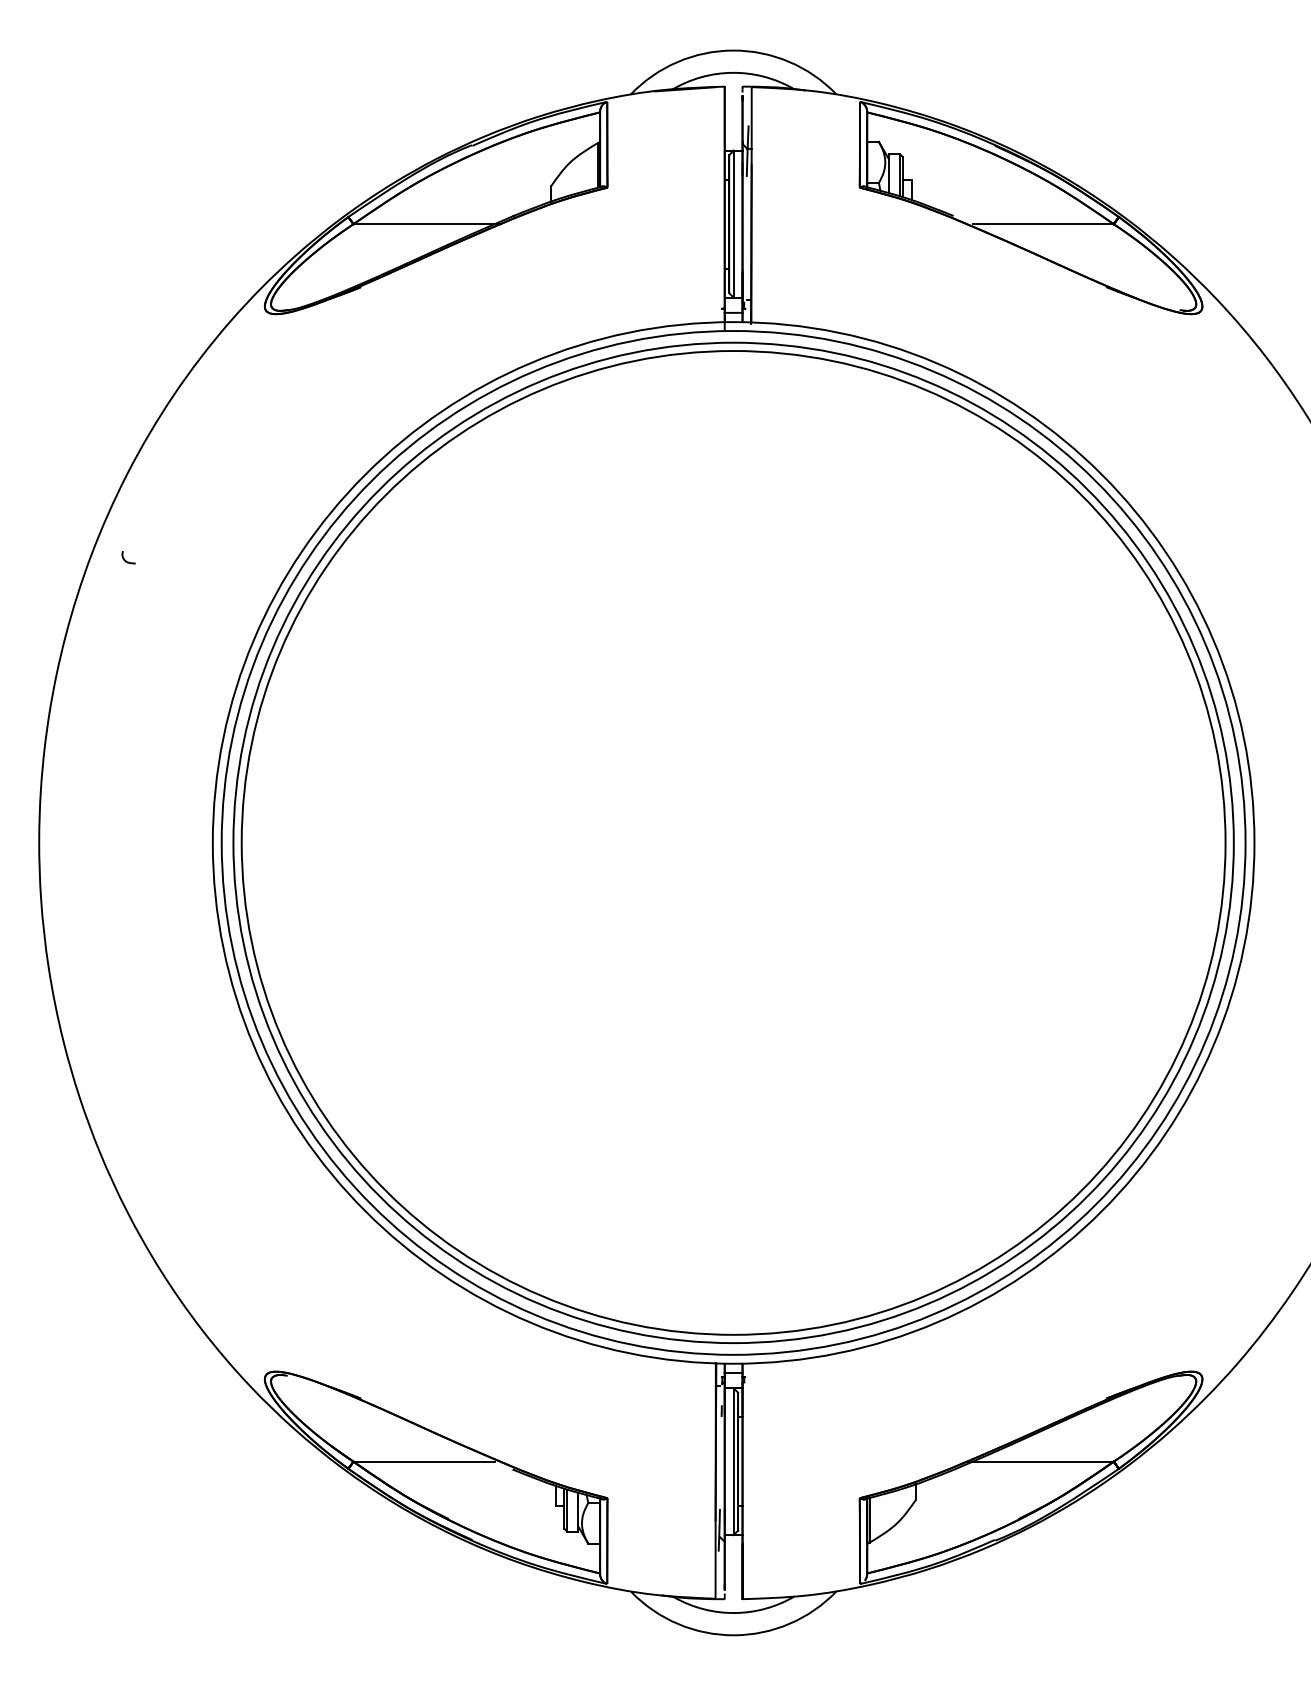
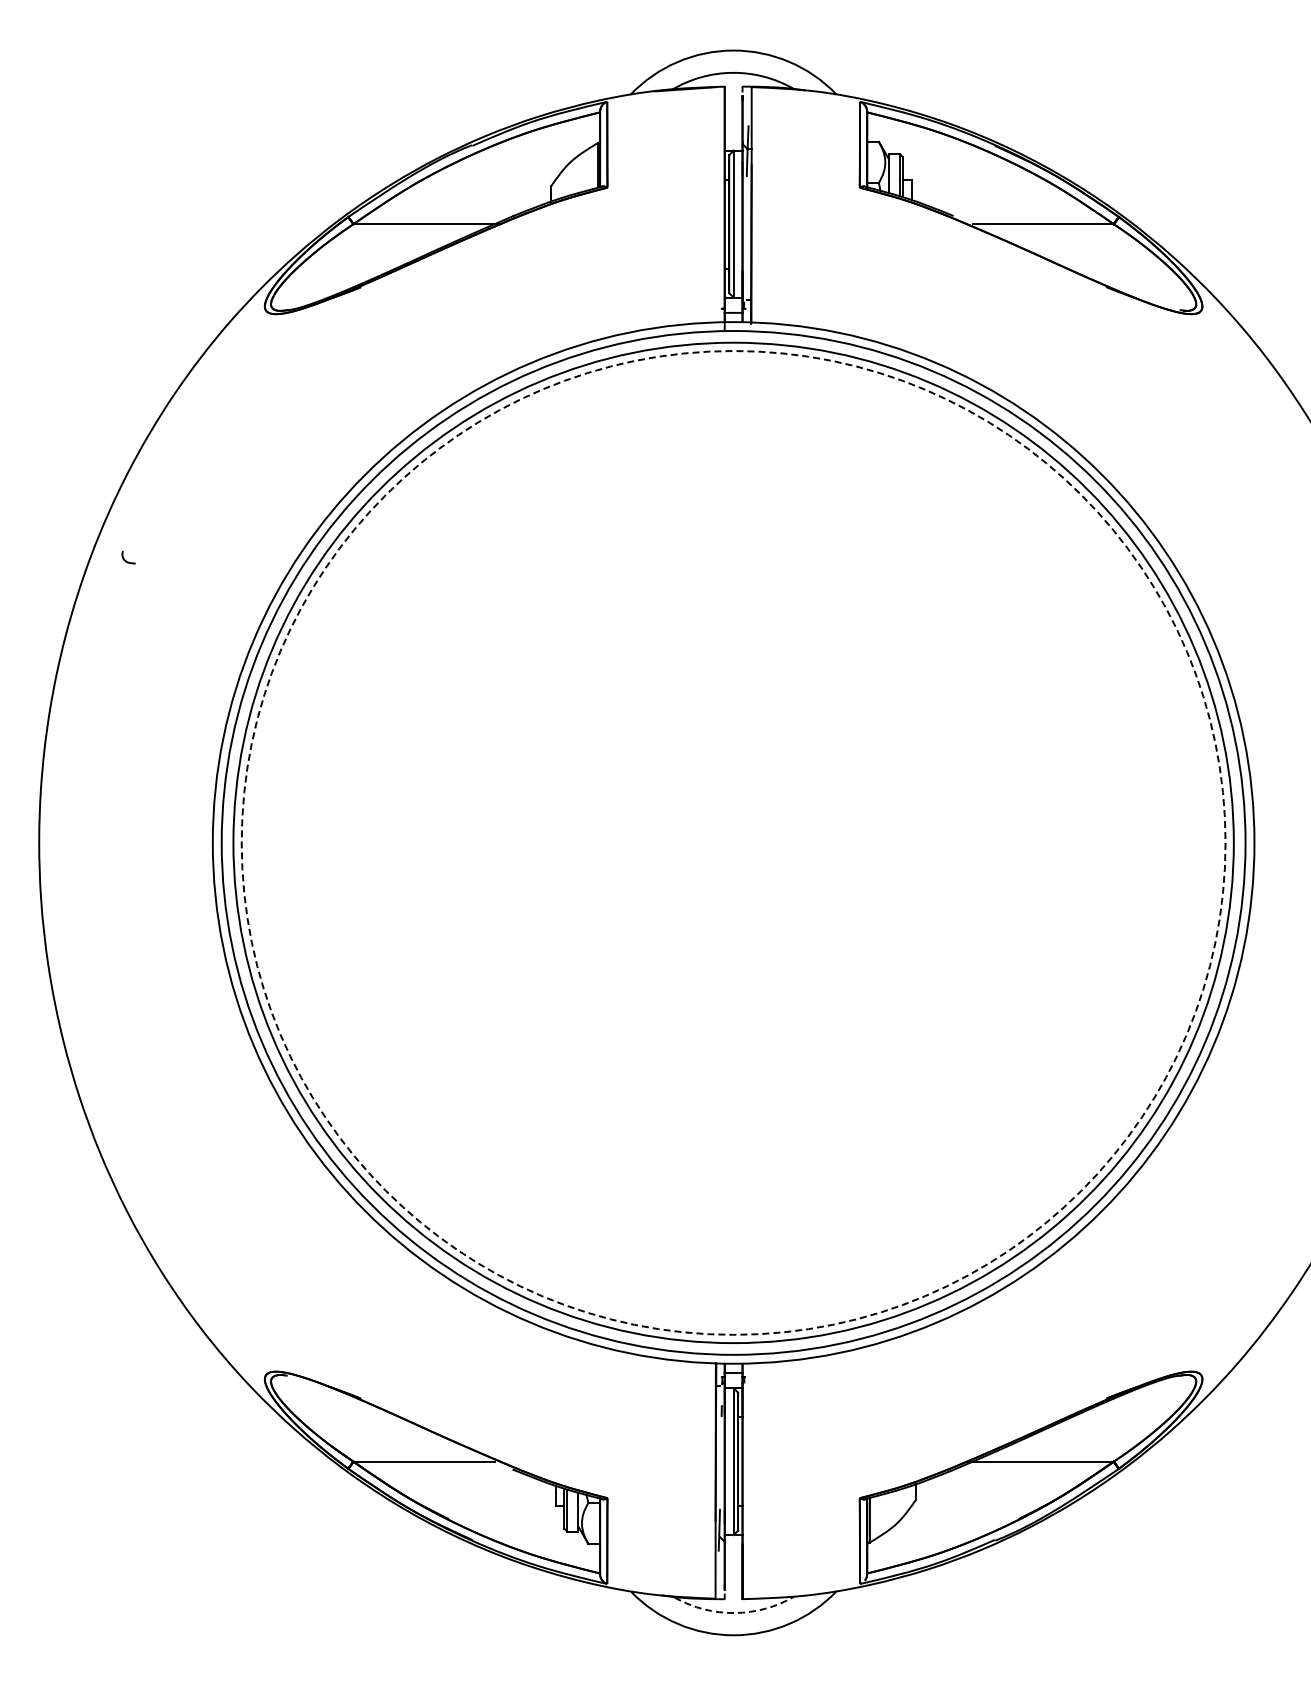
circle at (733, 842): solid -> dashed
arc at (734, 1613): solid -> dashed
